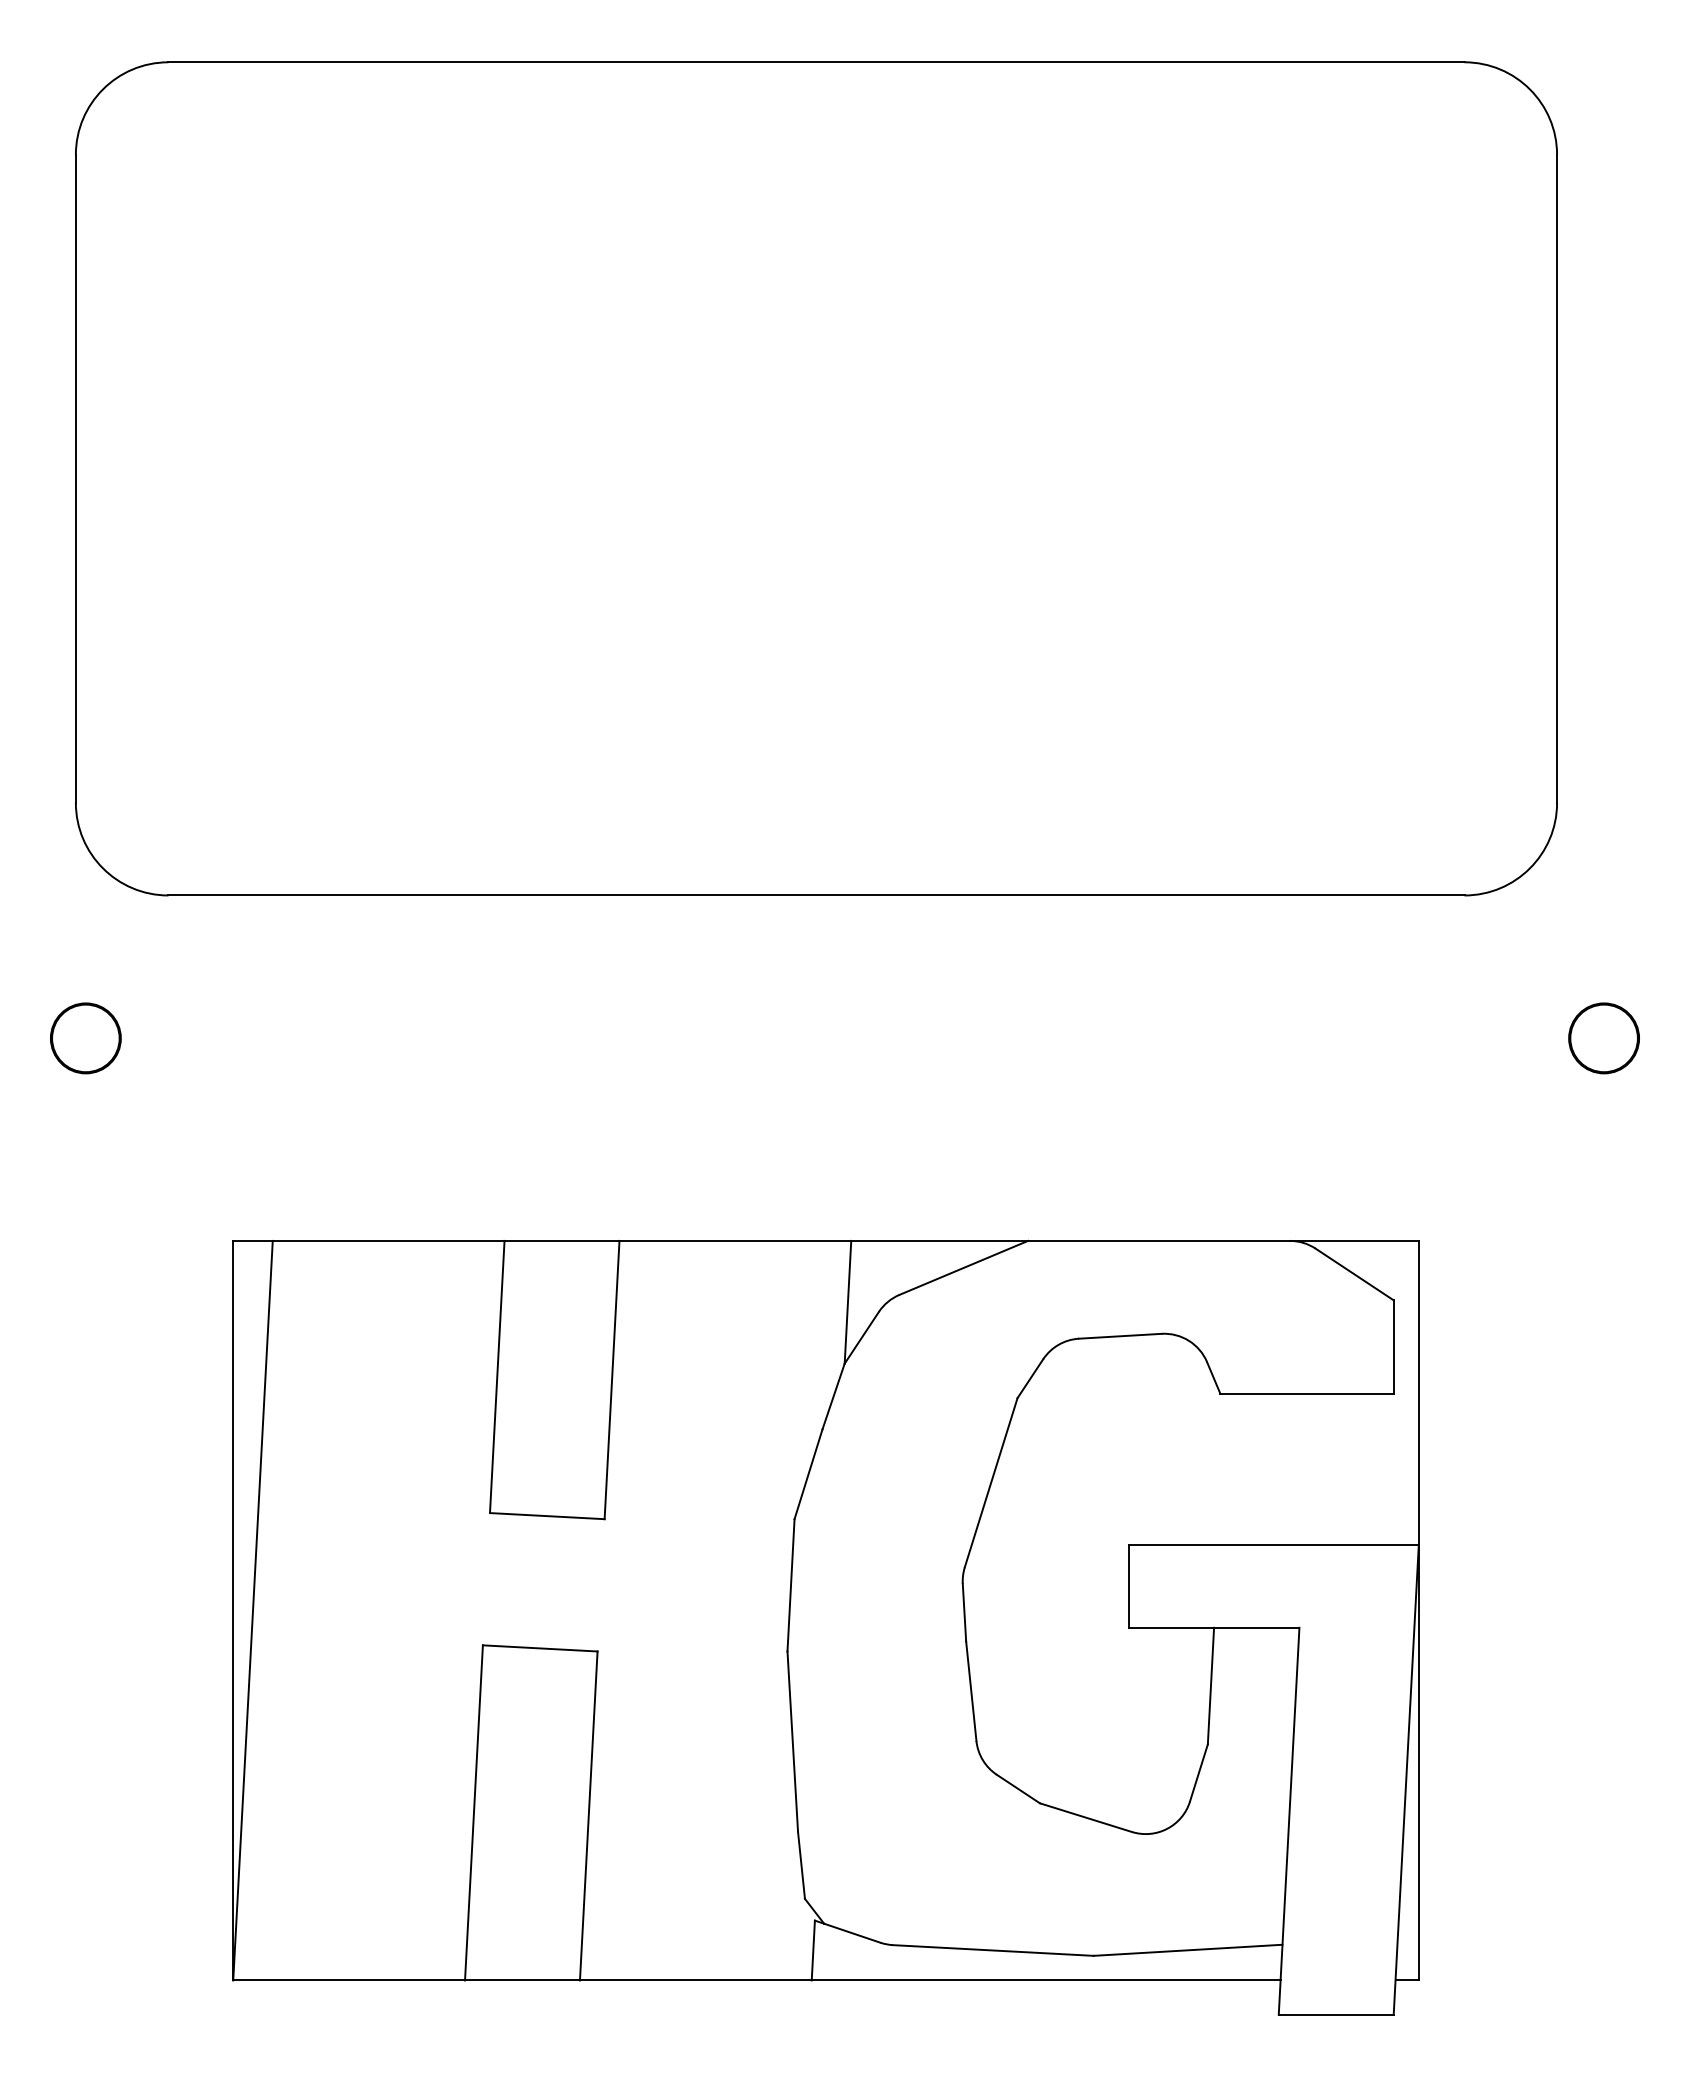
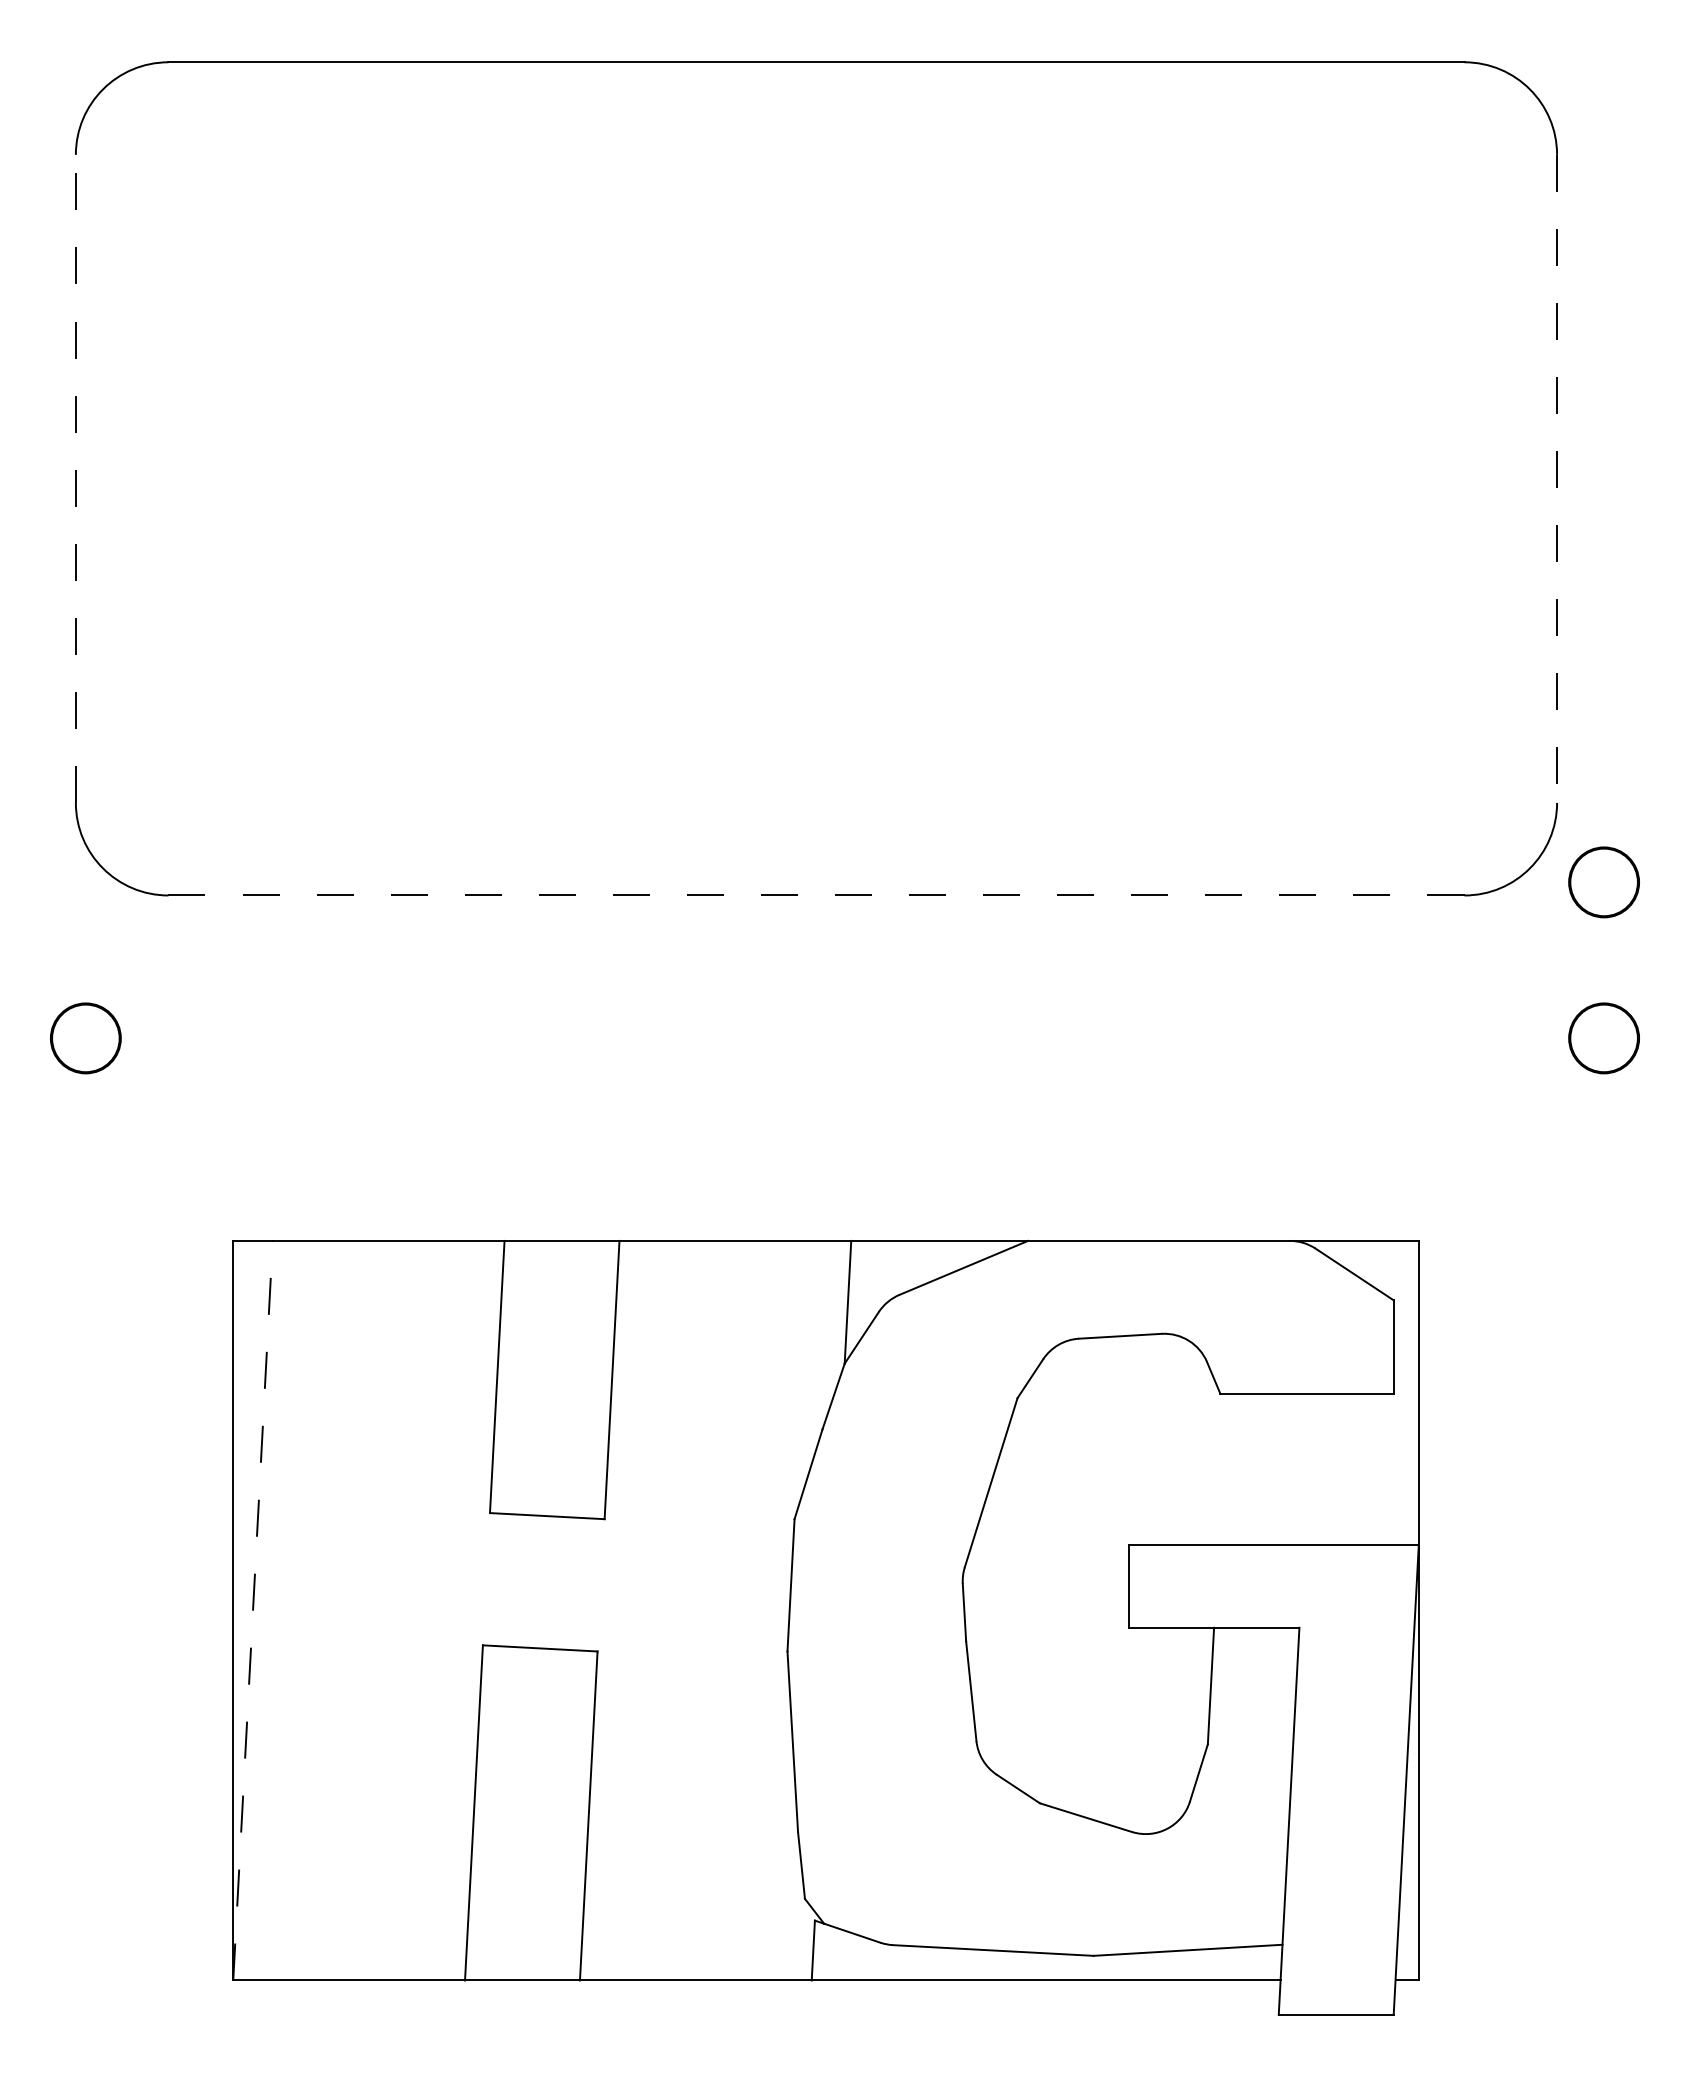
line at (75, 478): solid -> dashed
line at (1557, 479): solid -> dashed
part at (1603, 882): none -> present
line at (815, 895): solid -> dashed
line at (253, 1610): solid -> dashed
